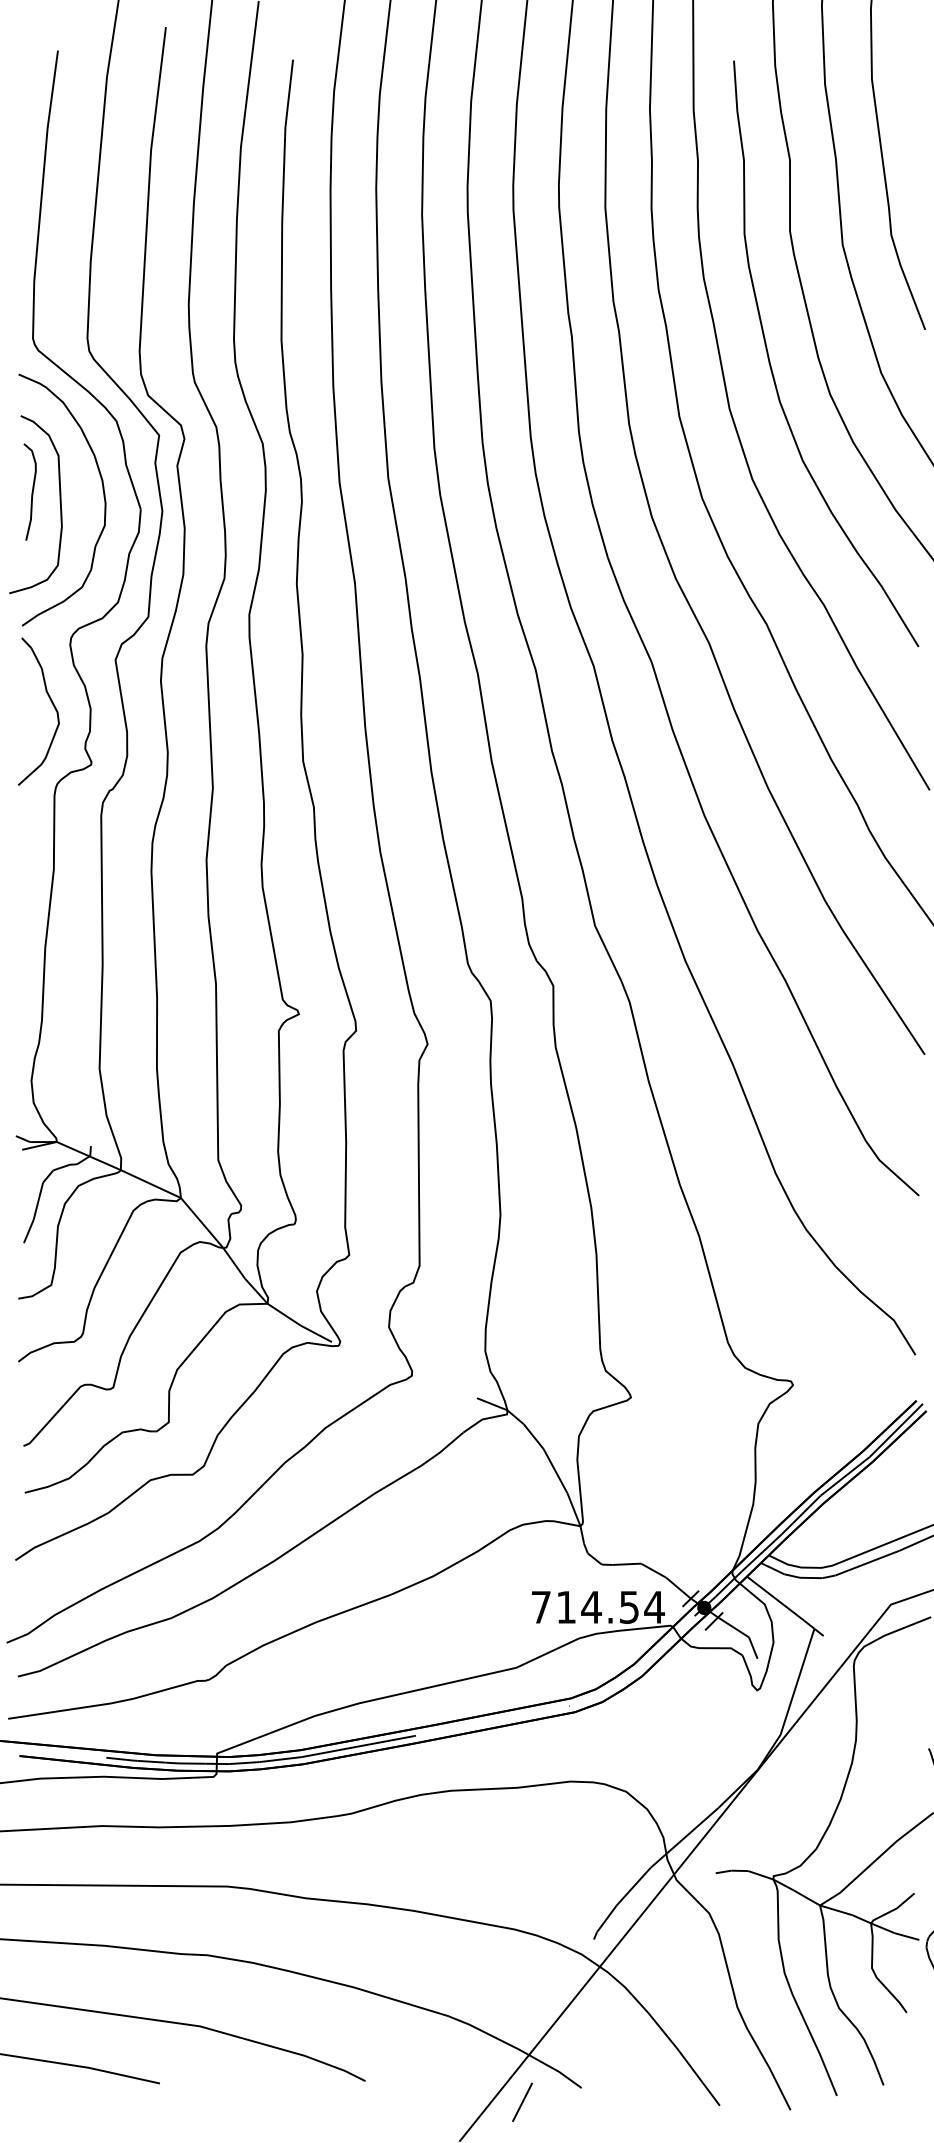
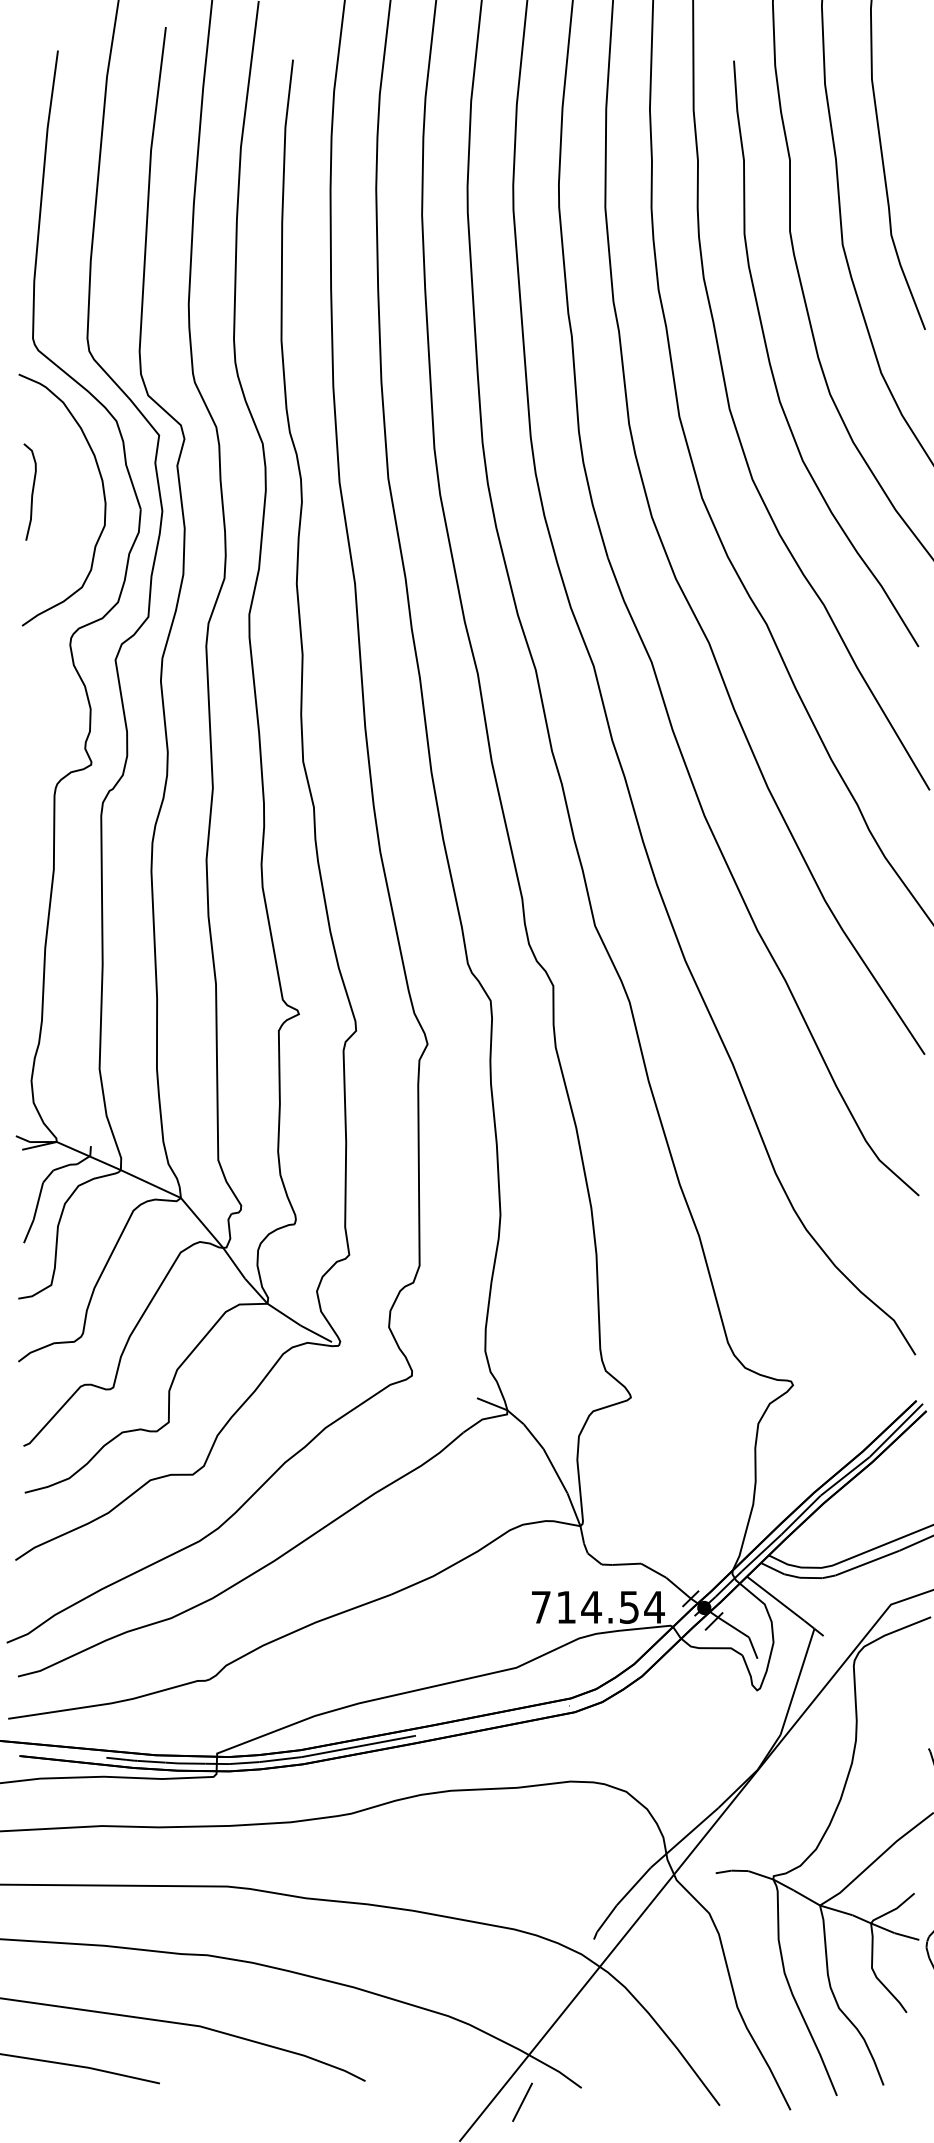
curve at (59, 502): present -> none
part at (50, 701): present -> none
